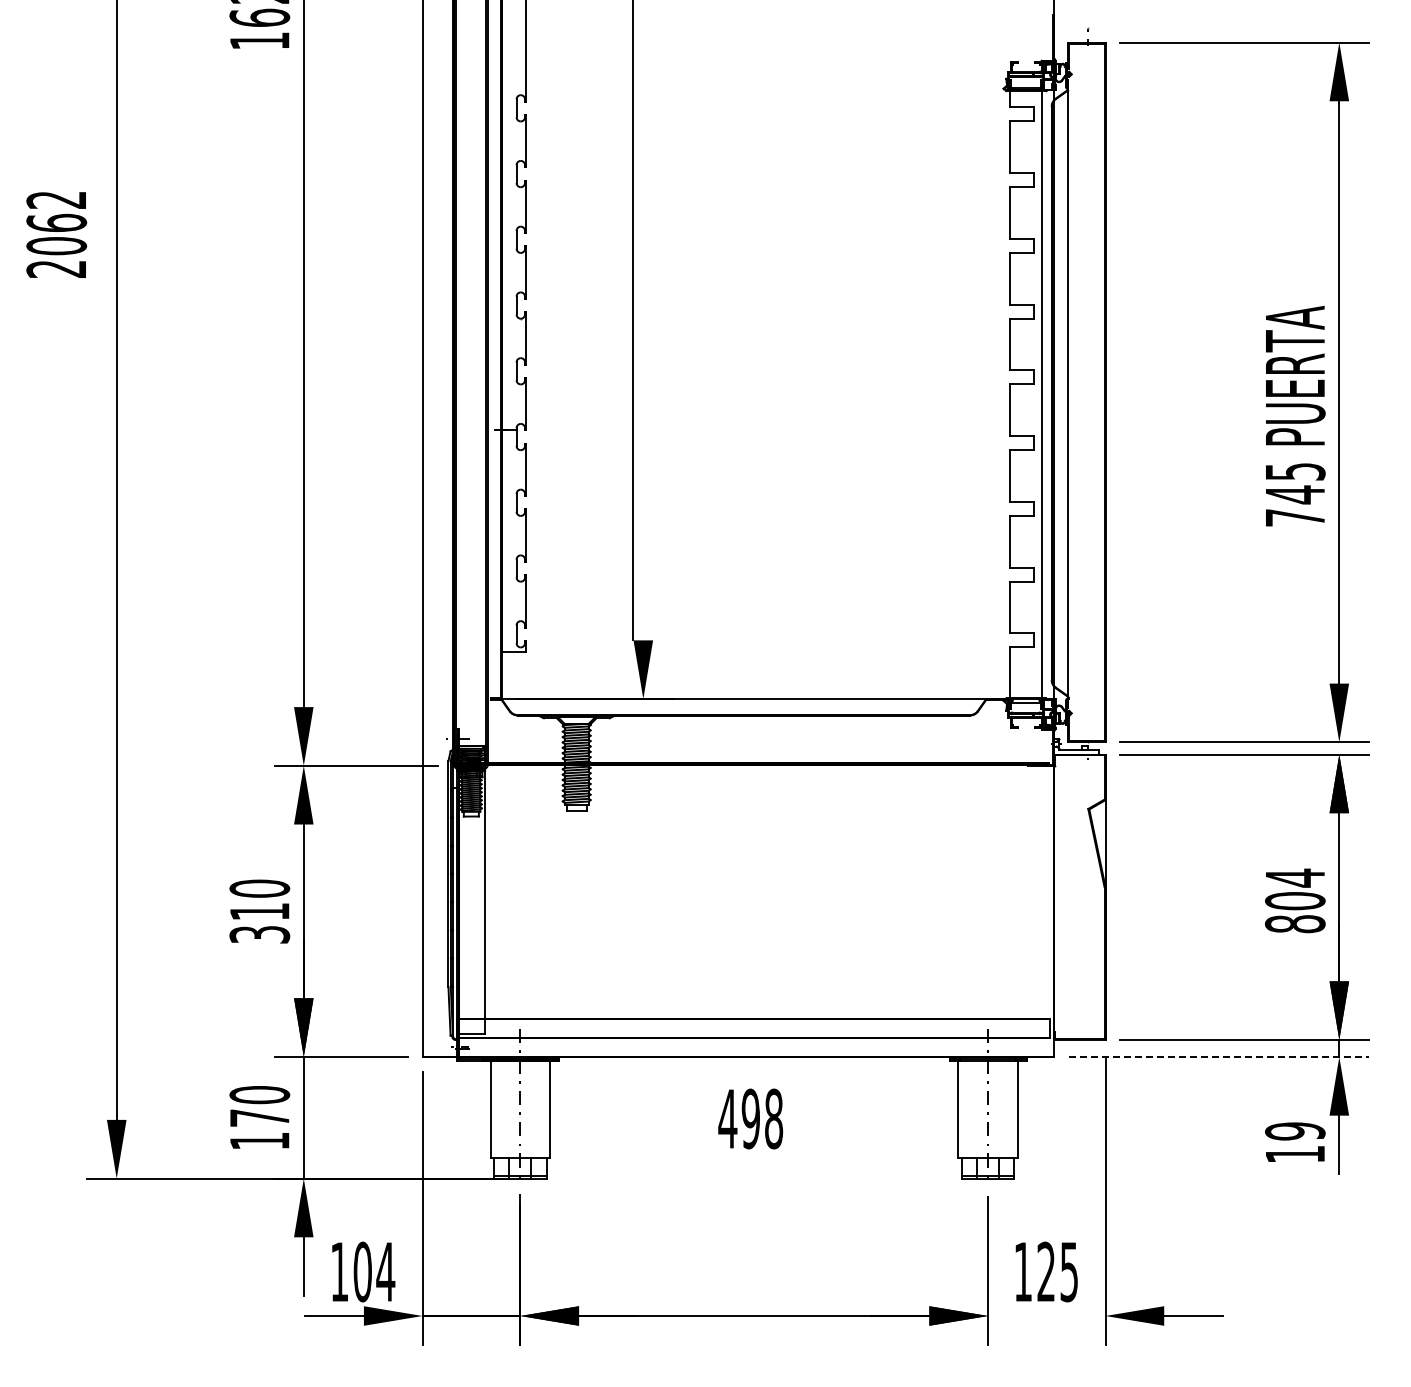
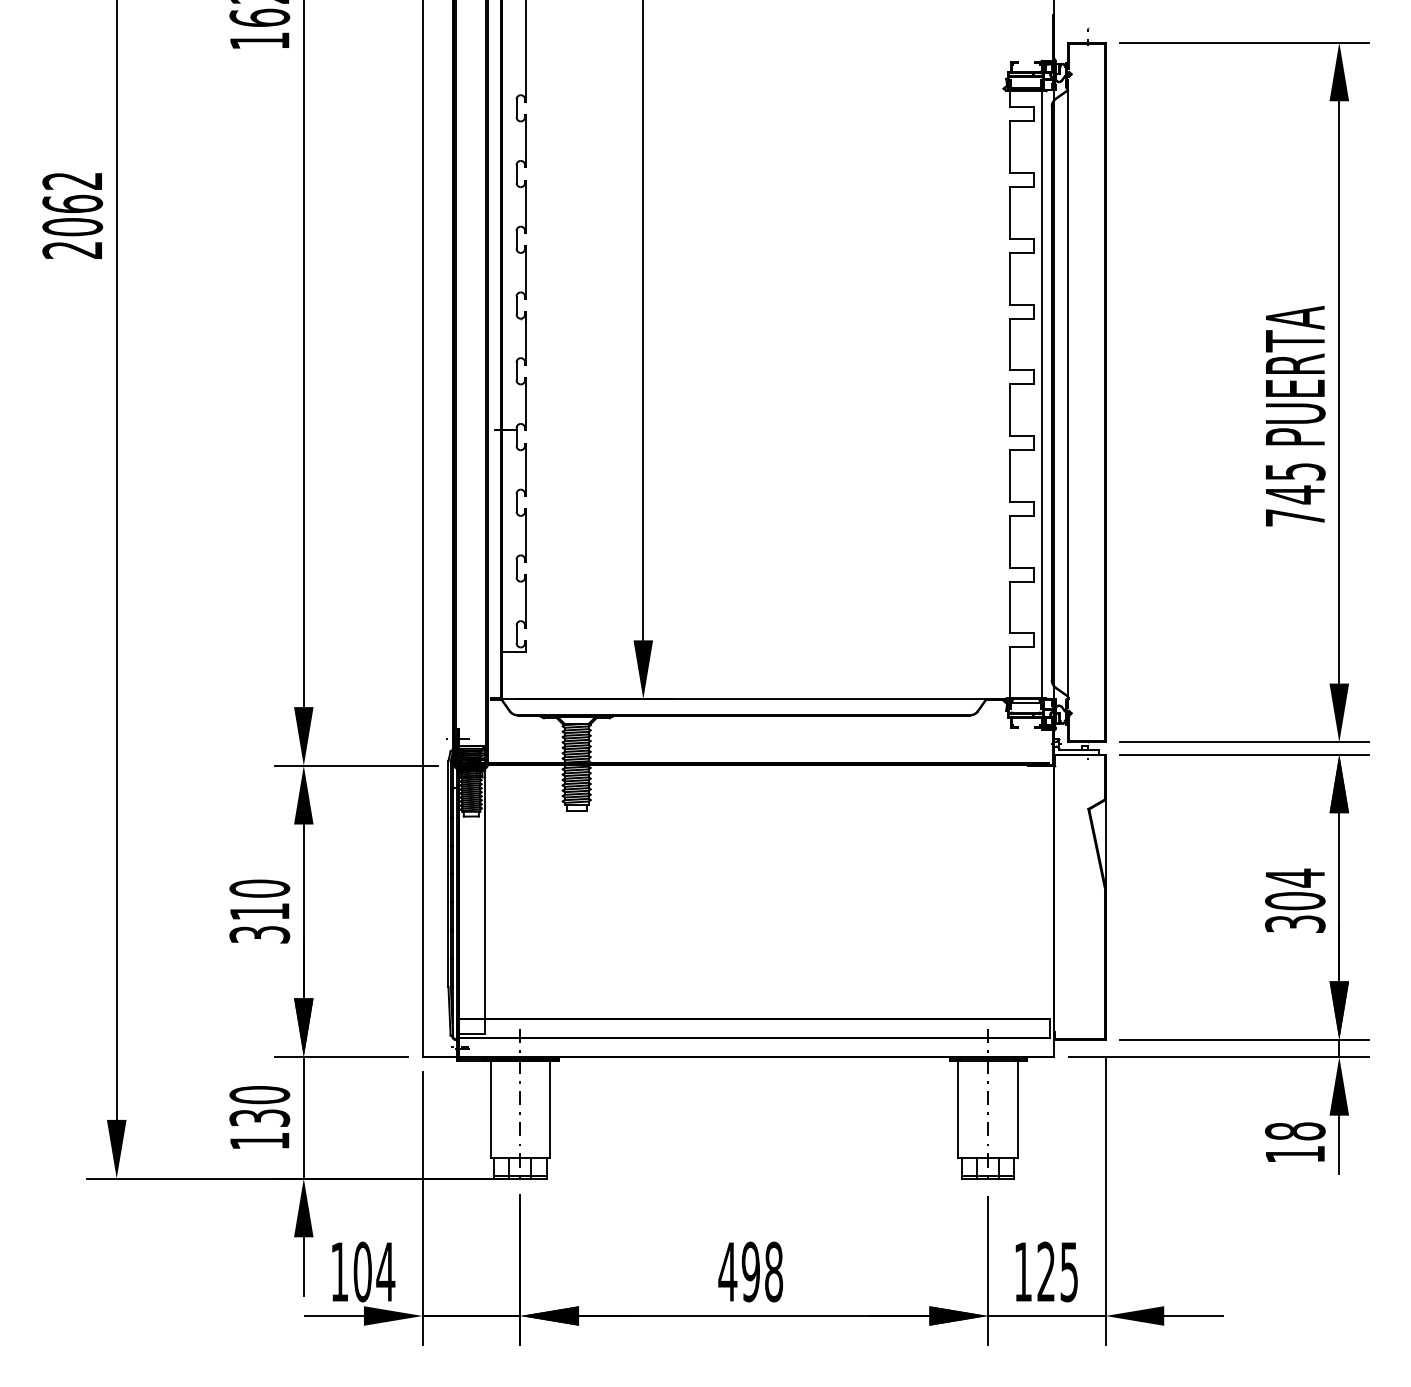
text at (56, 234) position: (56, 234) -> (72, 215)
line at (633, 321) position: (633, 321) -> (643, 321)
text at (1295, 924): 804 -> 304
line at (1219, 1056): dashed -> solid
text at (259, 1117): 170 -> 130
text at (750, 1118) position: (750, 1118) -> (750, 1271)
text at (1295, 1131): 19 -> 18
line at (1046, 1316): none -> present
